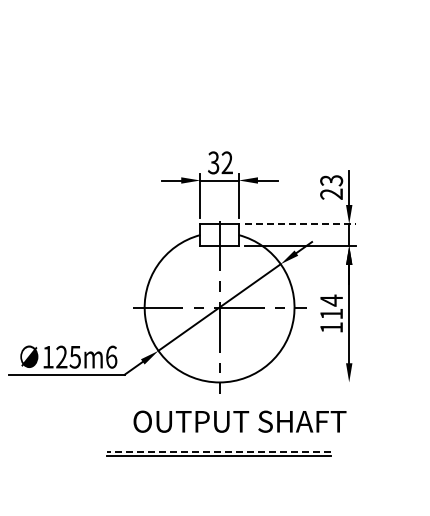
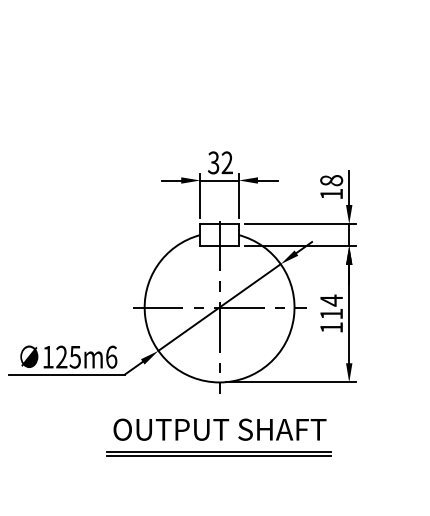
text at (331, 187): 23 -> 18
line at (300, 224): dashed -> solid
line at (290, 382): none -> present
text at (239, 421) position: (239, 421) -> (219, 429)
line at (218, 451): dashed -> solid
